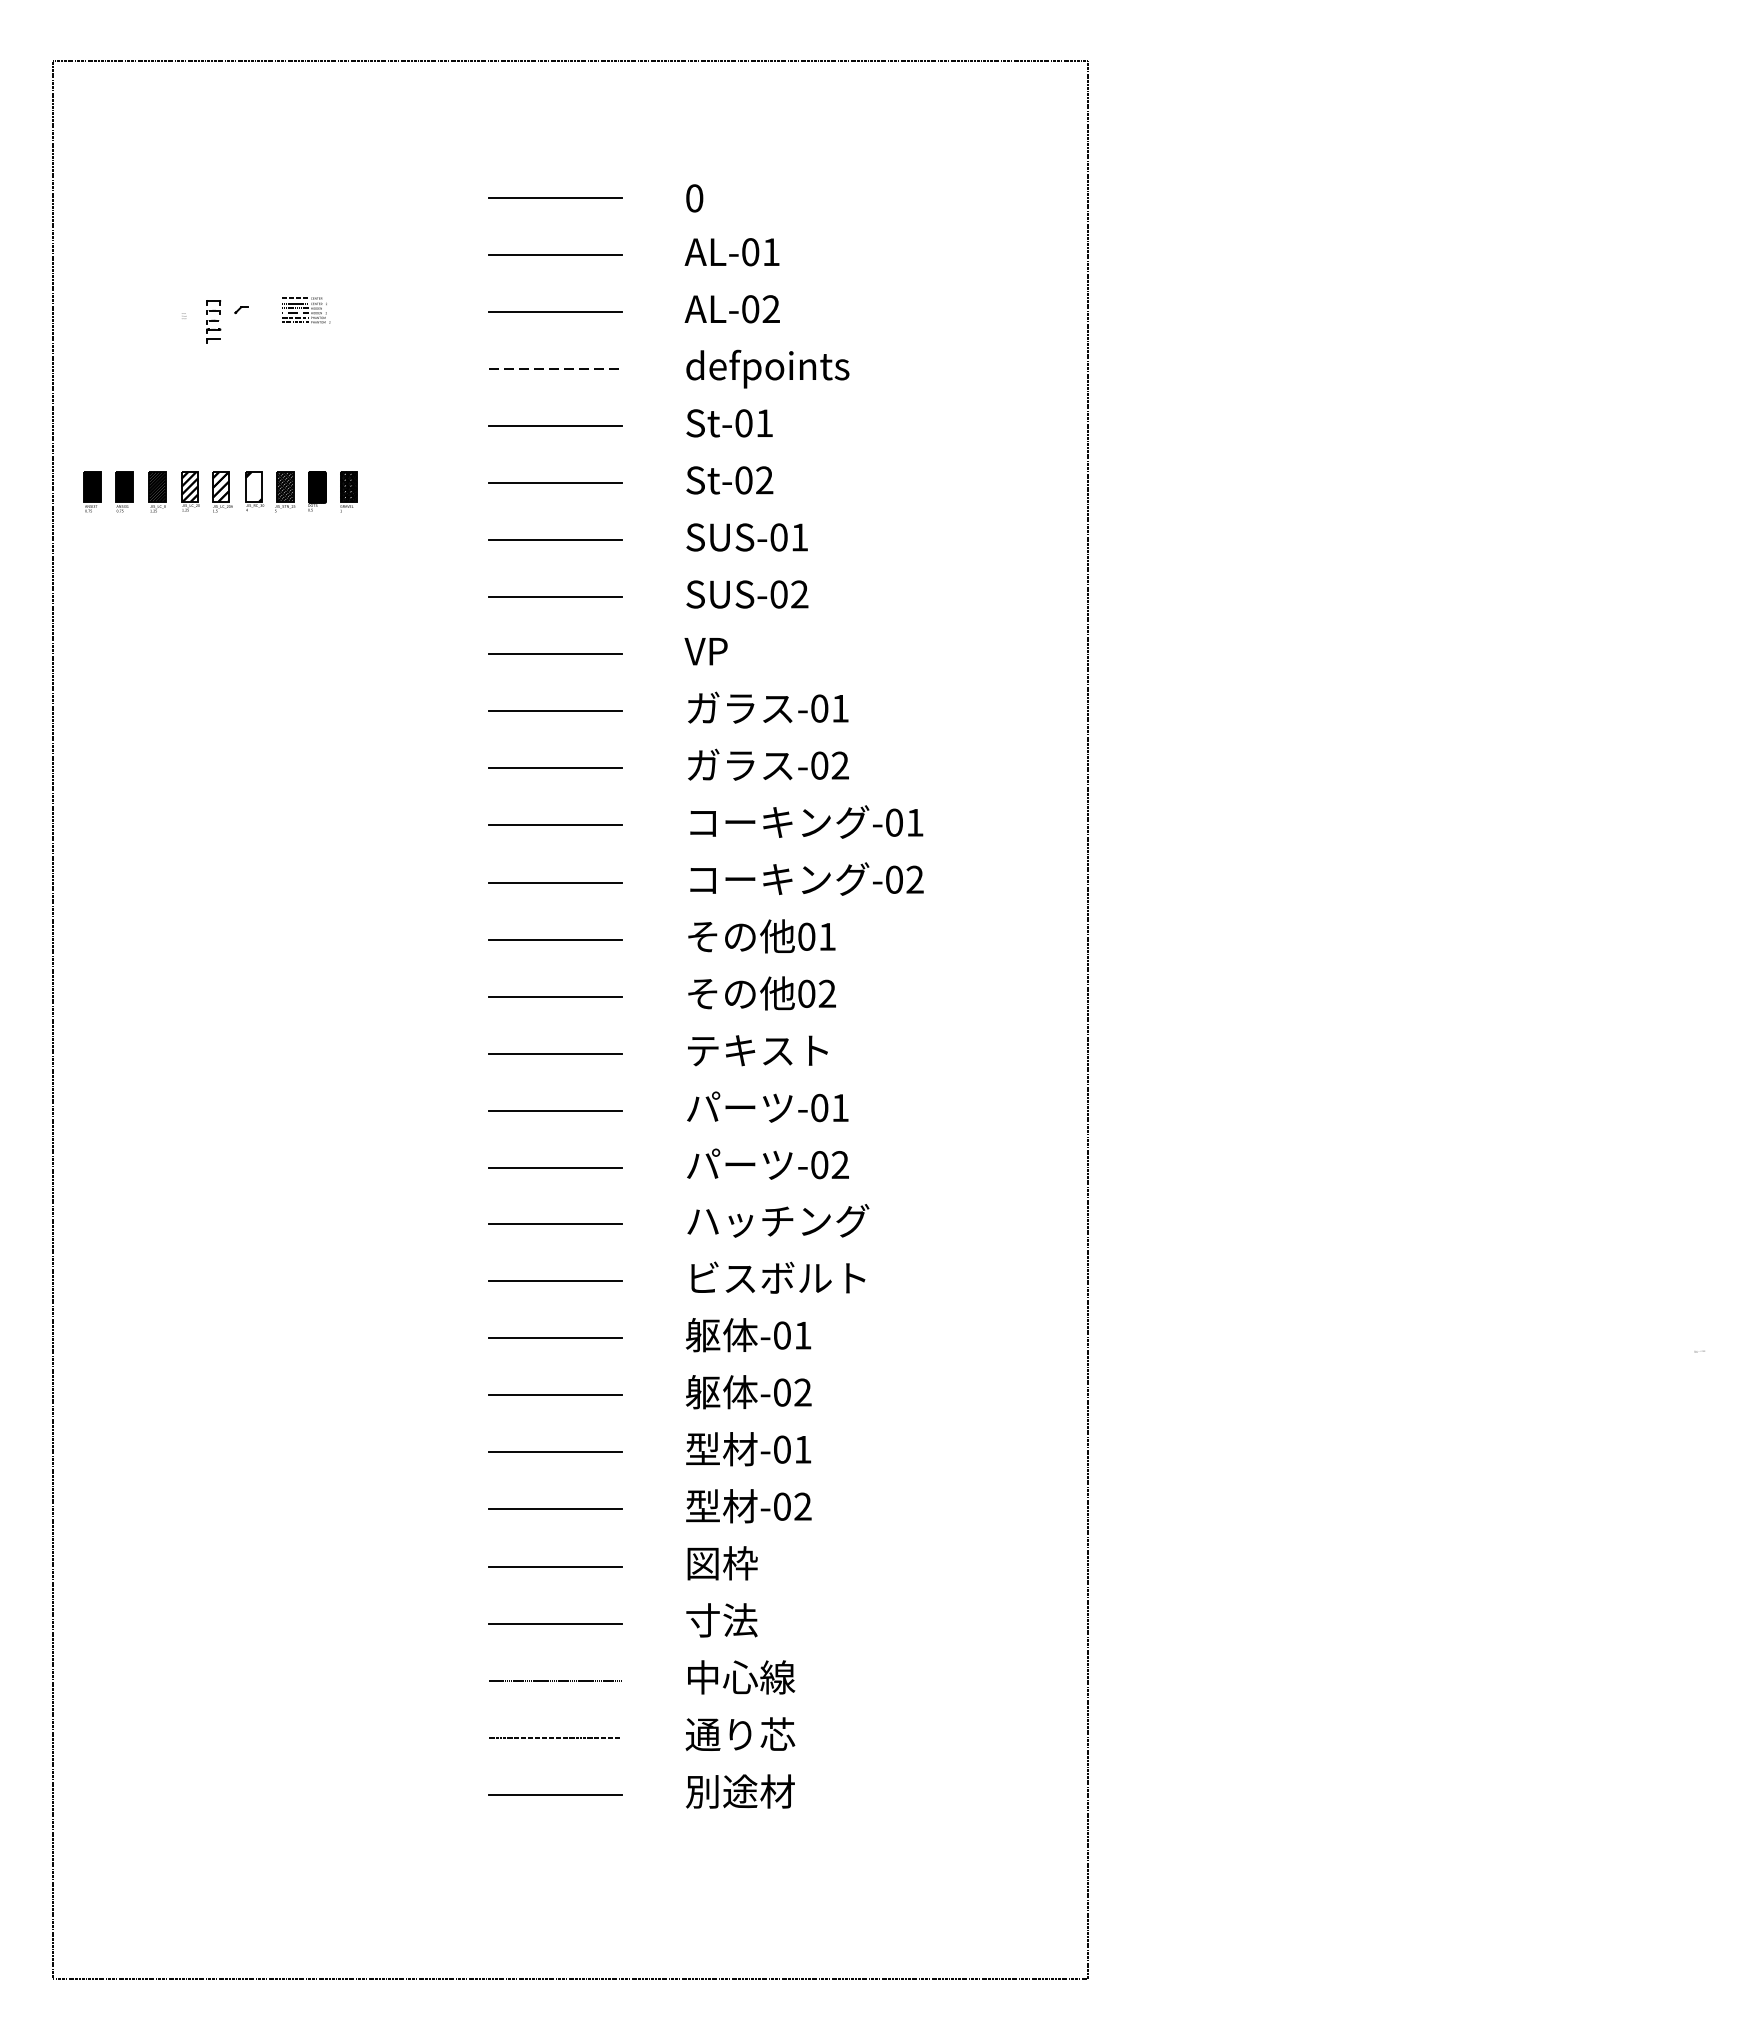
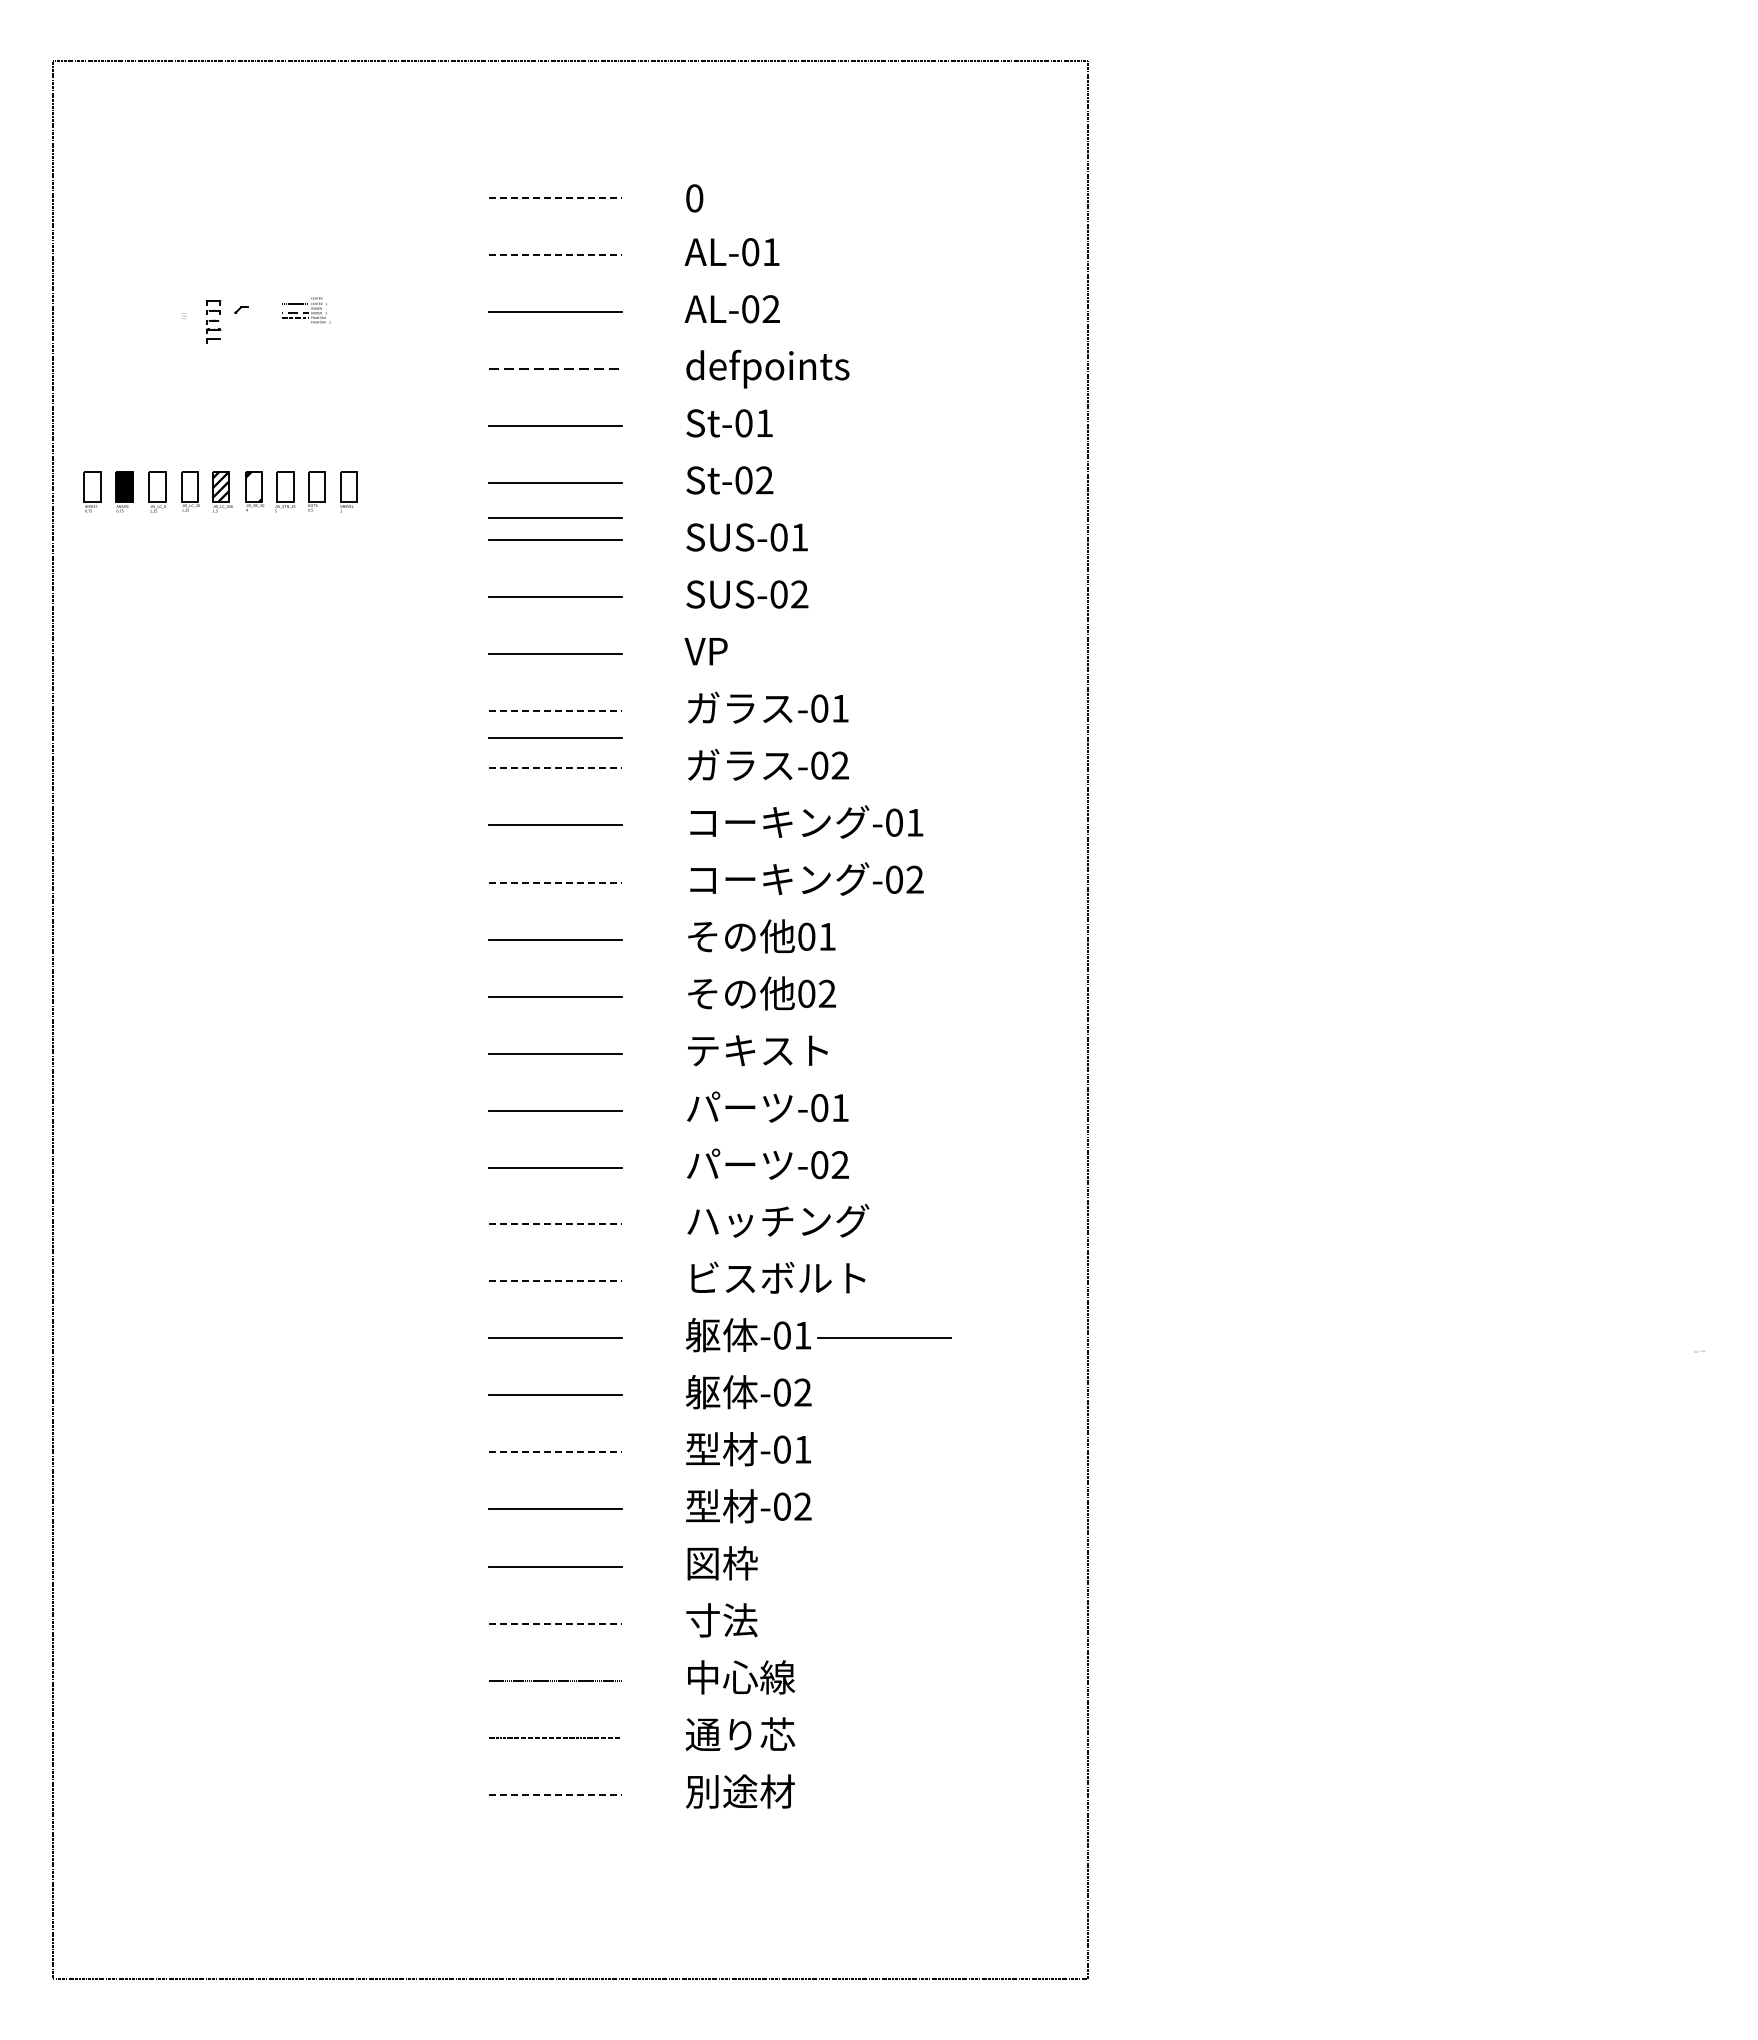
line at (556, 197): solid -> dashed
line at (556, 254): solid -> dashed
line at (294, 298): present -> none
line at (294, 308): present -> none
line at (294, 321): present -> none
hatch at (92, 486): present -> none
hatch at (157, 486): present -> none
hatch at (189, 486): present -> none
hatch at (285, 486): present -> none
hatch at (316, 486): present -> none
hatch at (348, 486): present -> none
line at (555, 517): none -> present
line at (556, 711): solid -> dashed
line at (555, 737): none -> present
line at (556, 768): solid -> dashed
line at (556, 882): solid -> dashed
line at (556, 1224): solid -> dashed
line at (556, 1281): solid -> dashed
line at (884, 1337): none -> present
line at (556, 1452): solid -> dashed
line at (556, 1623): solid -> dashed
line at (556, 1794): solid -> dashed
